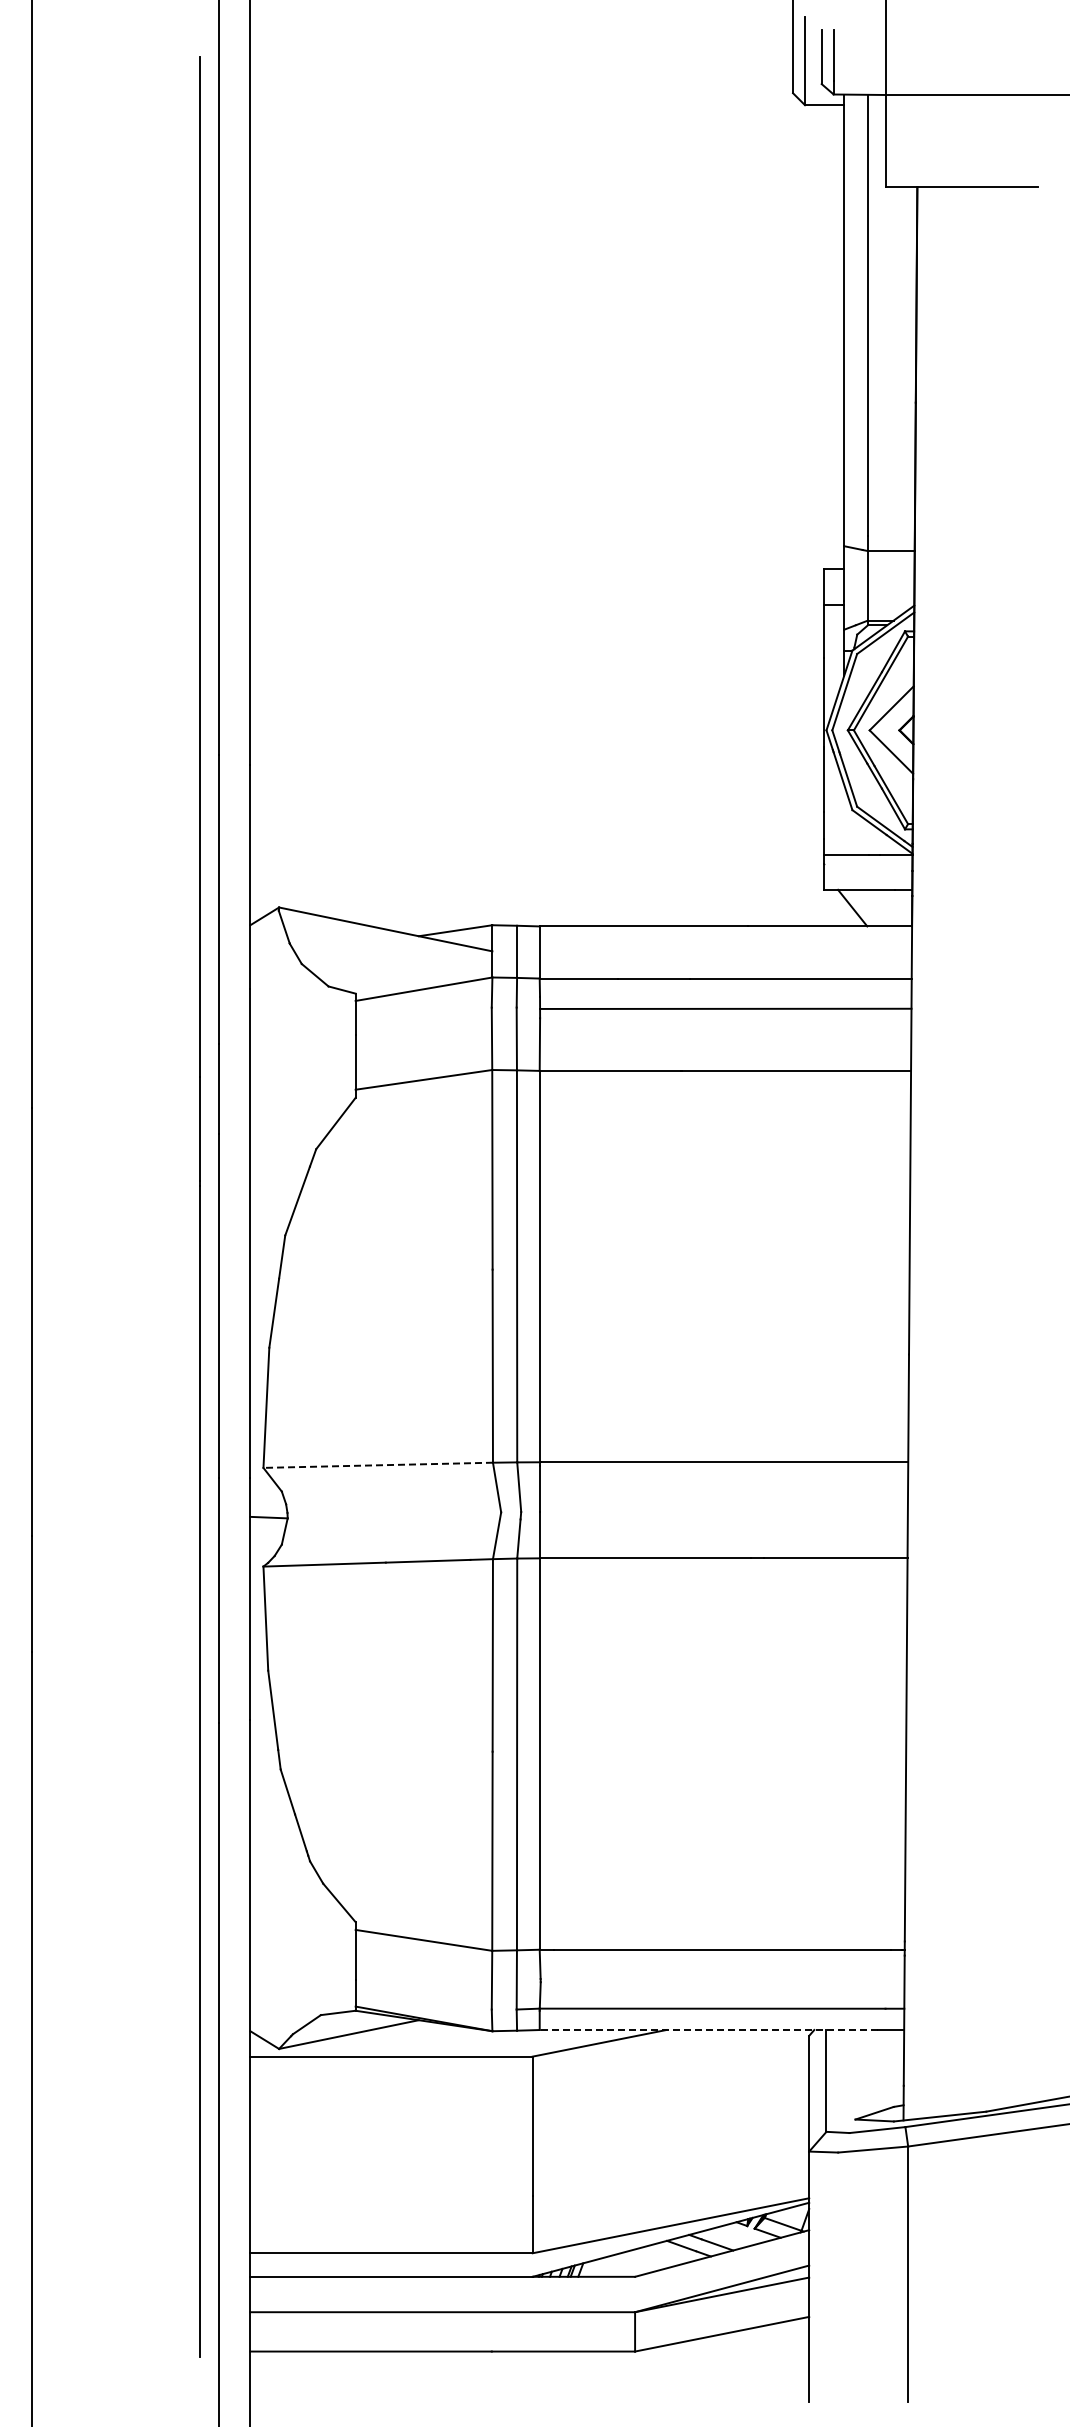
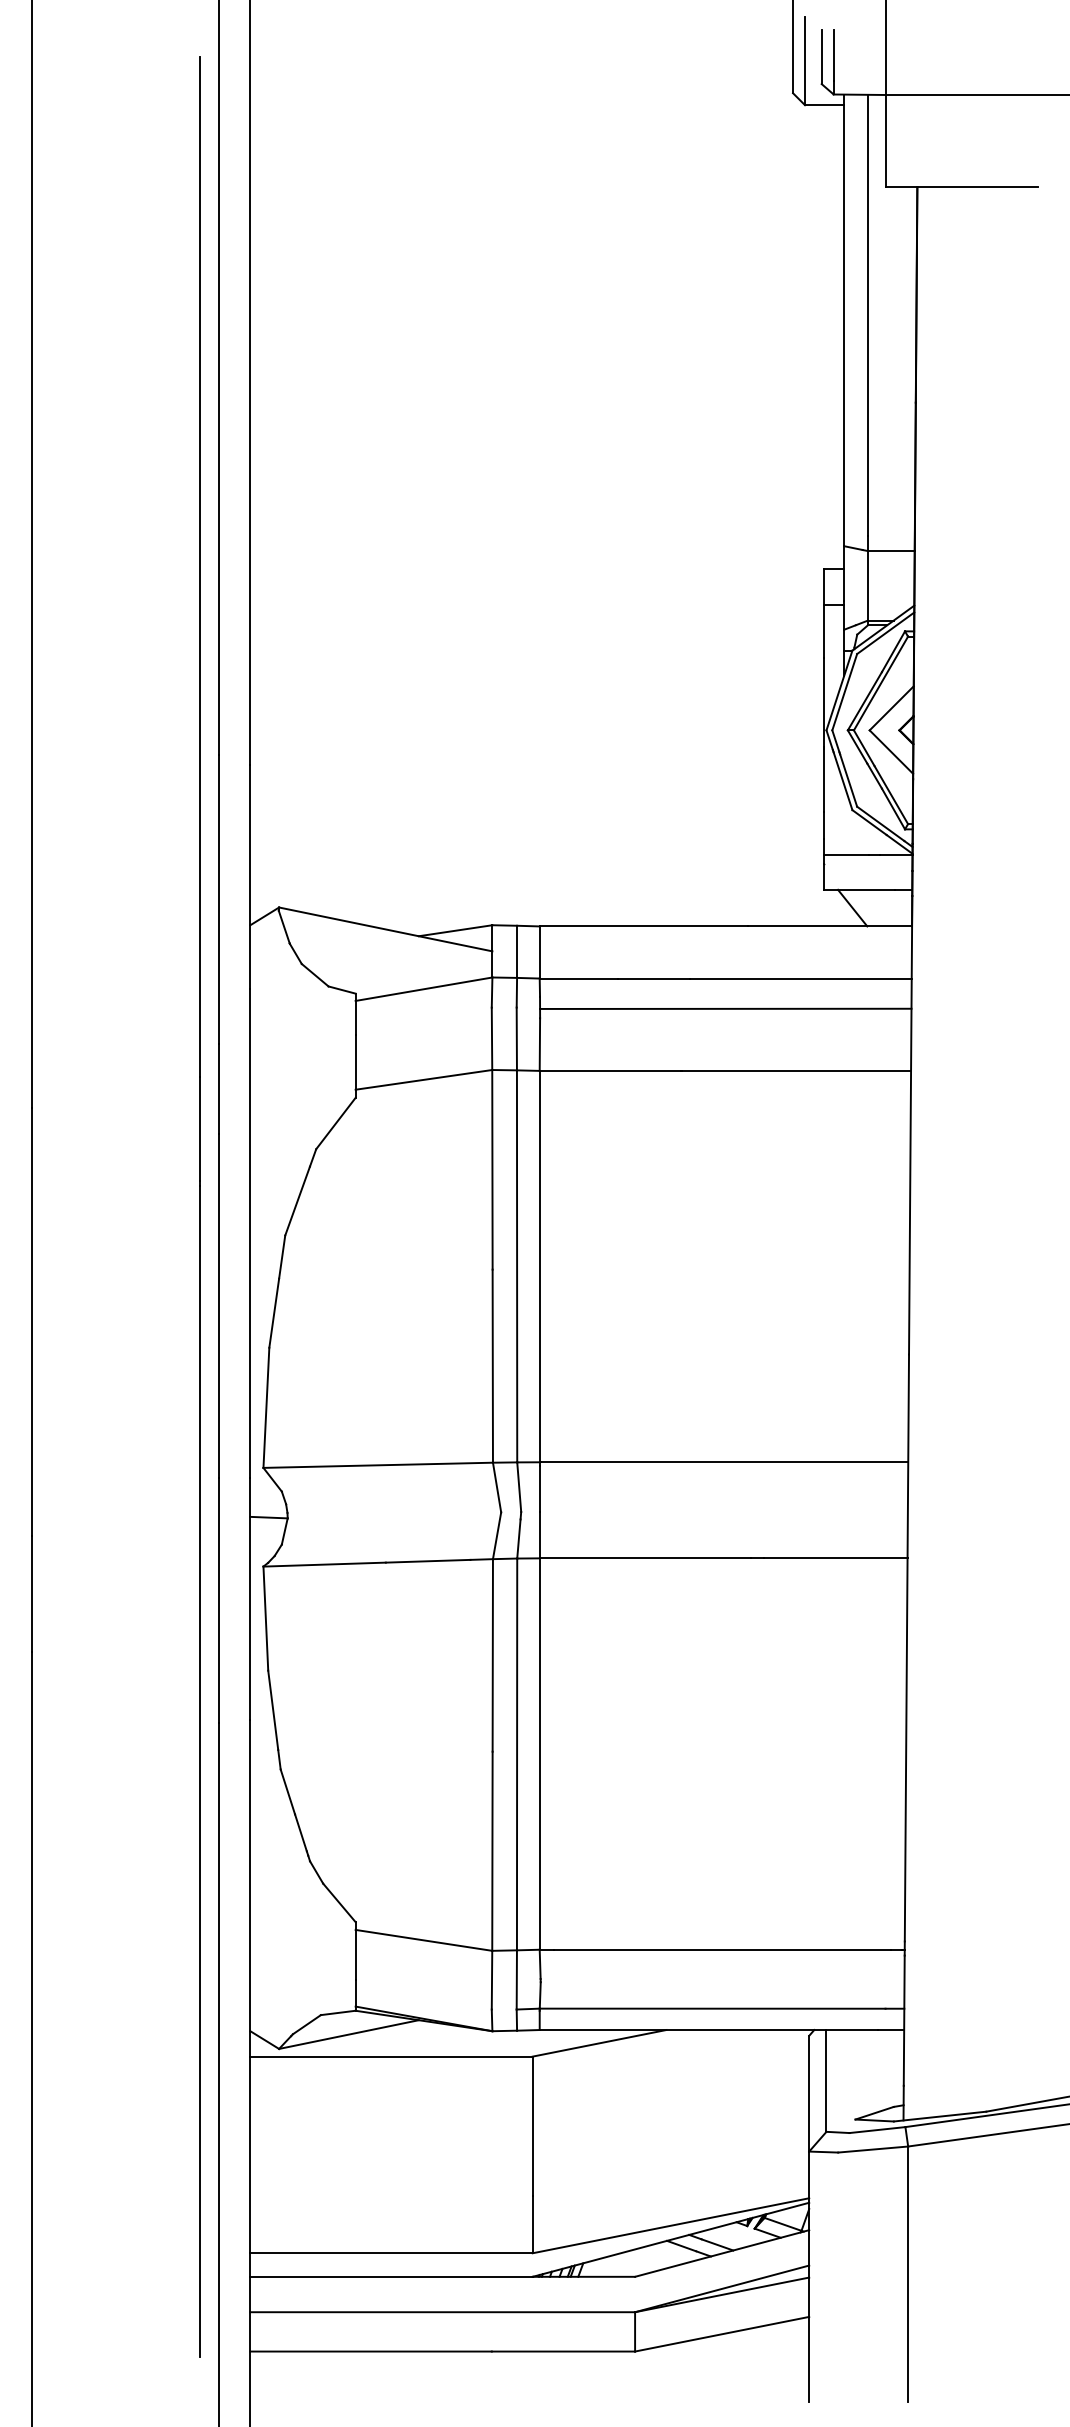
line at (378, 1465): dashed -> solid
line at (708, 2030): dashed -> solid
